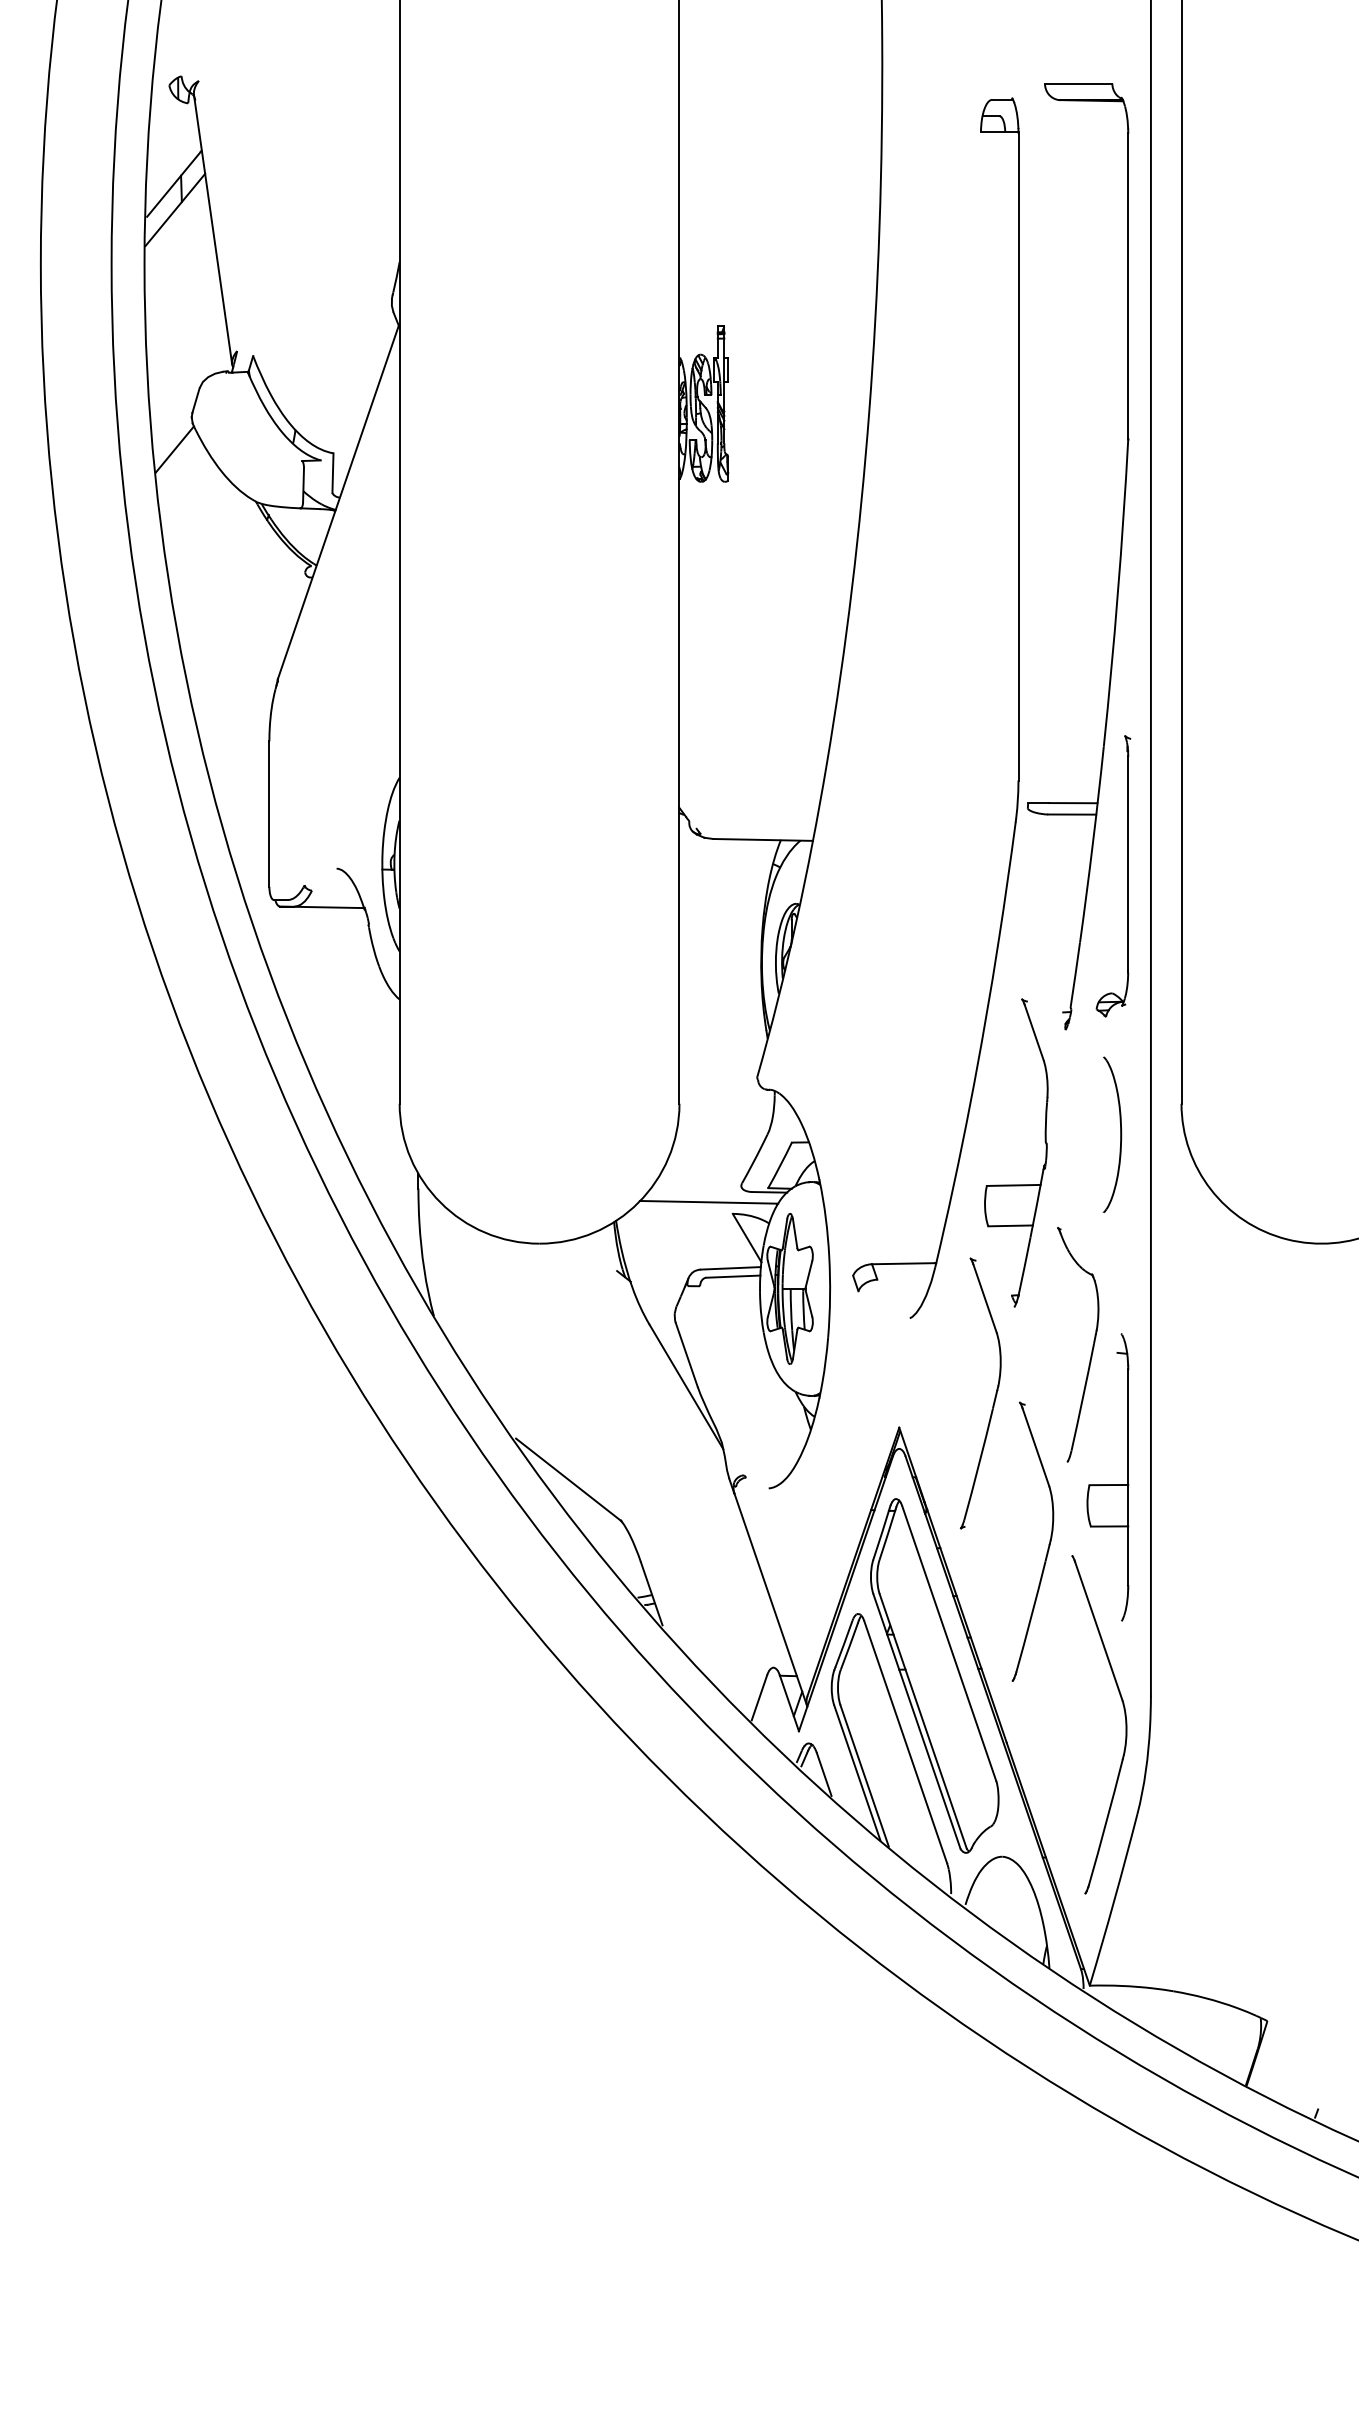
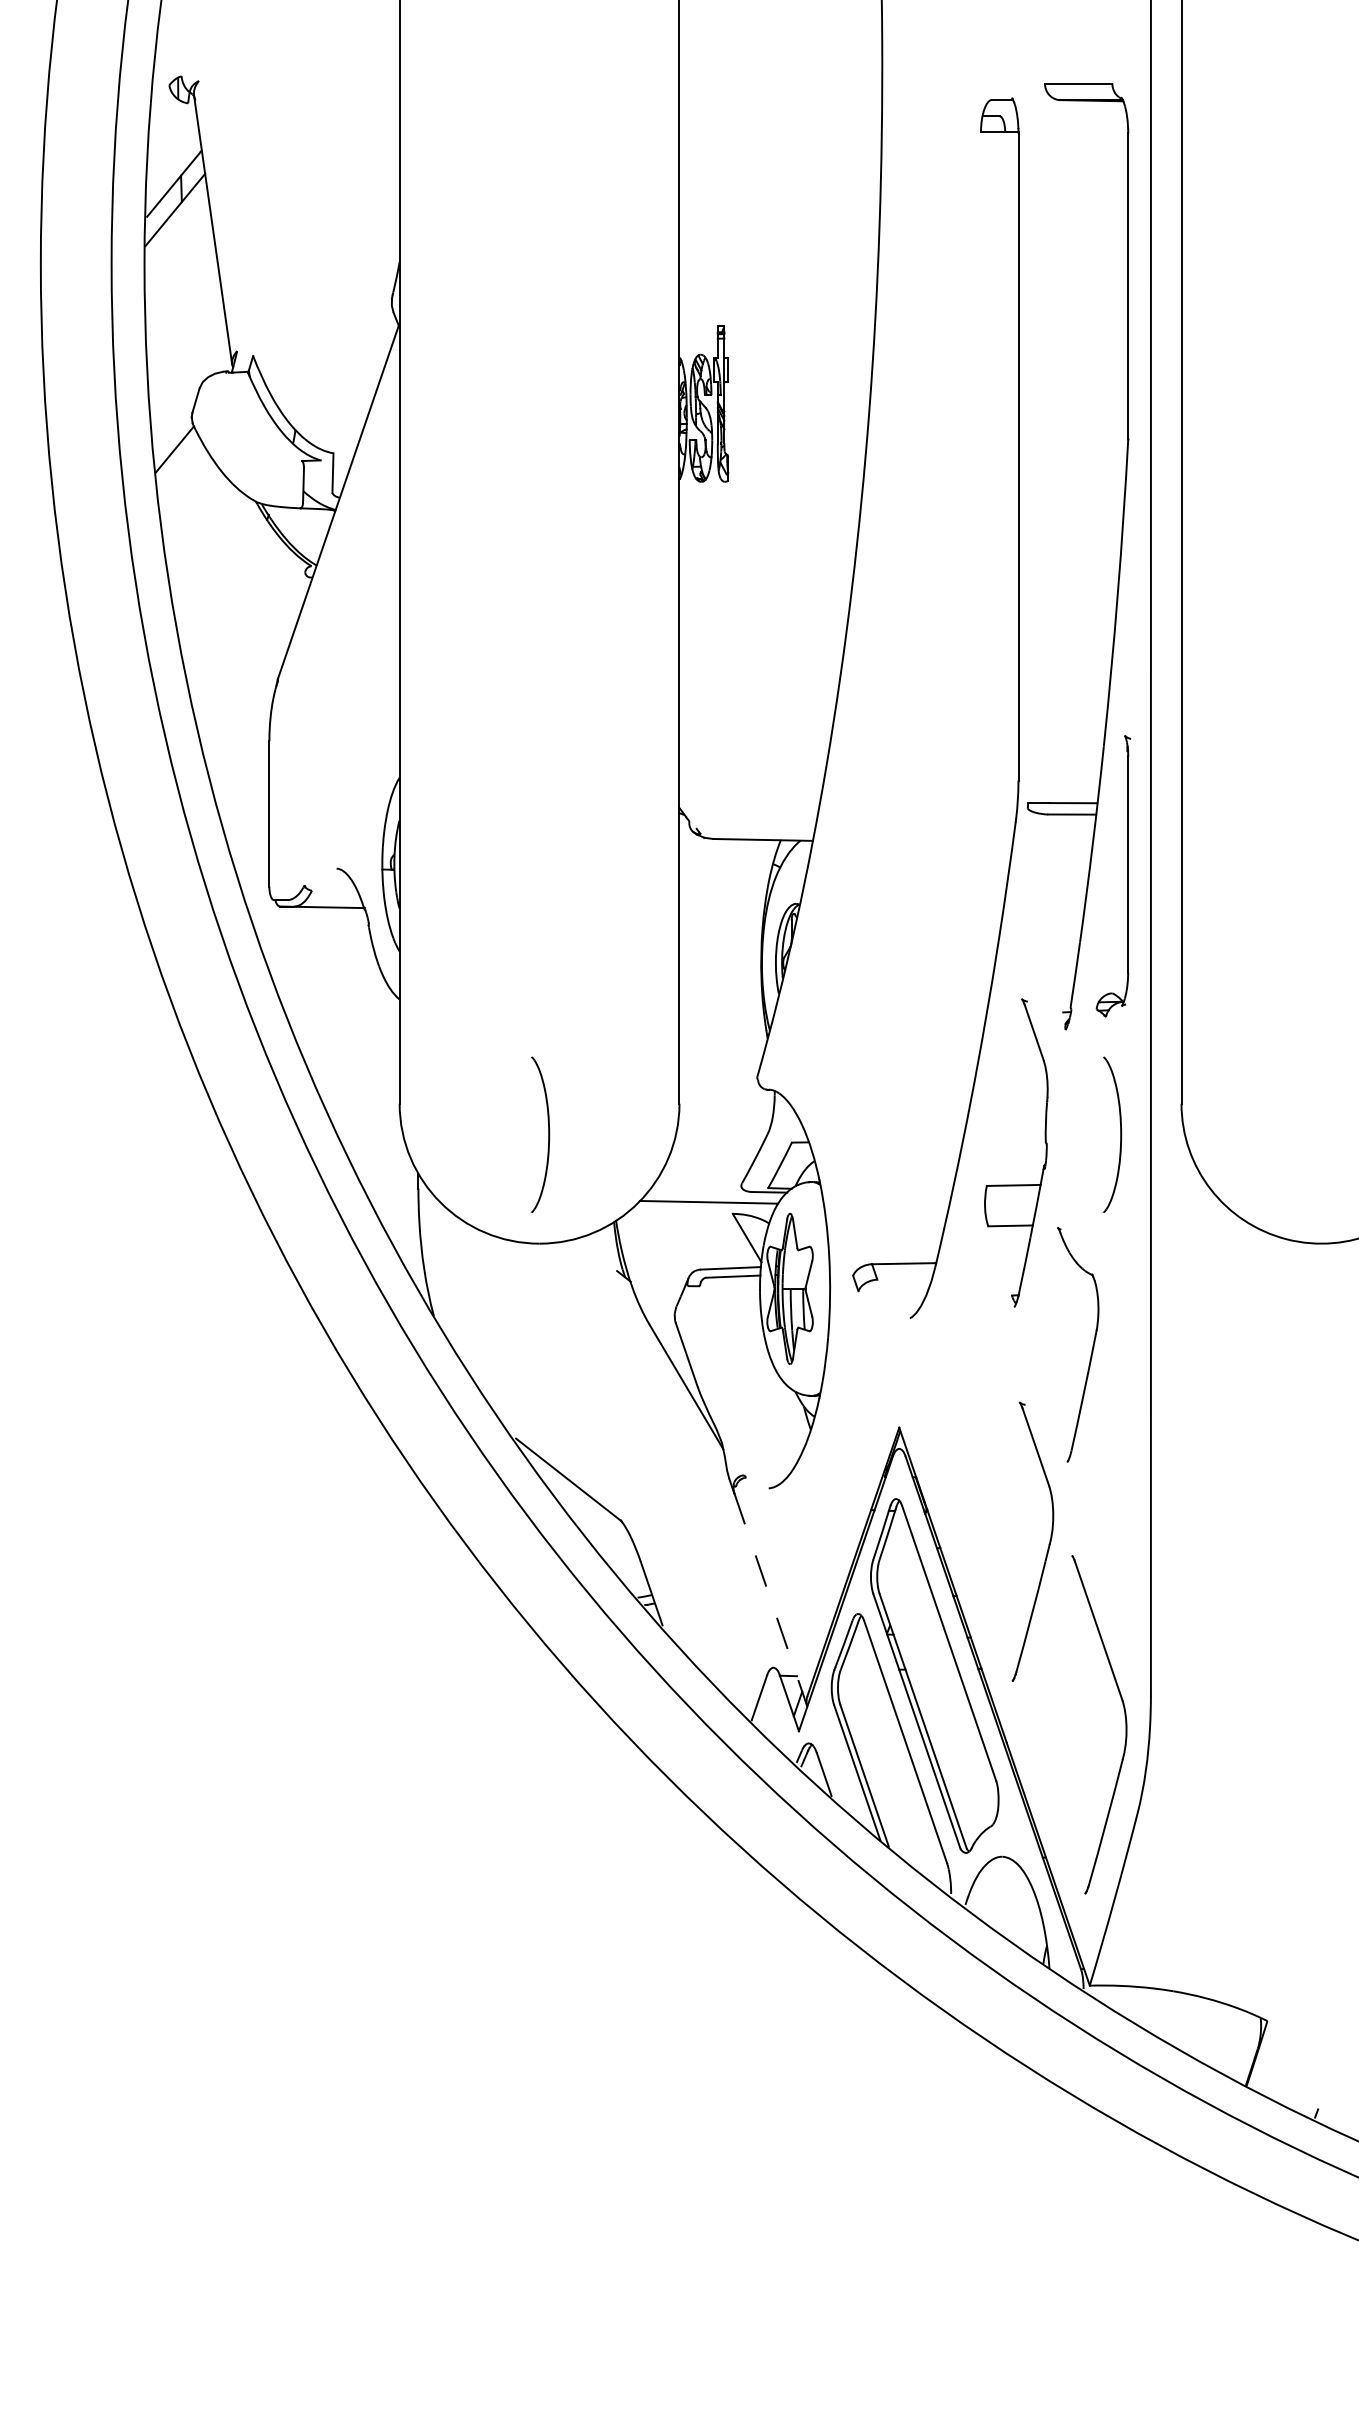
part at (548, 1134): none -> present
part at (994, 1396): present -> none
part at (1107, 1484): present -> none
line at (770, 1599): solid -> dashed
